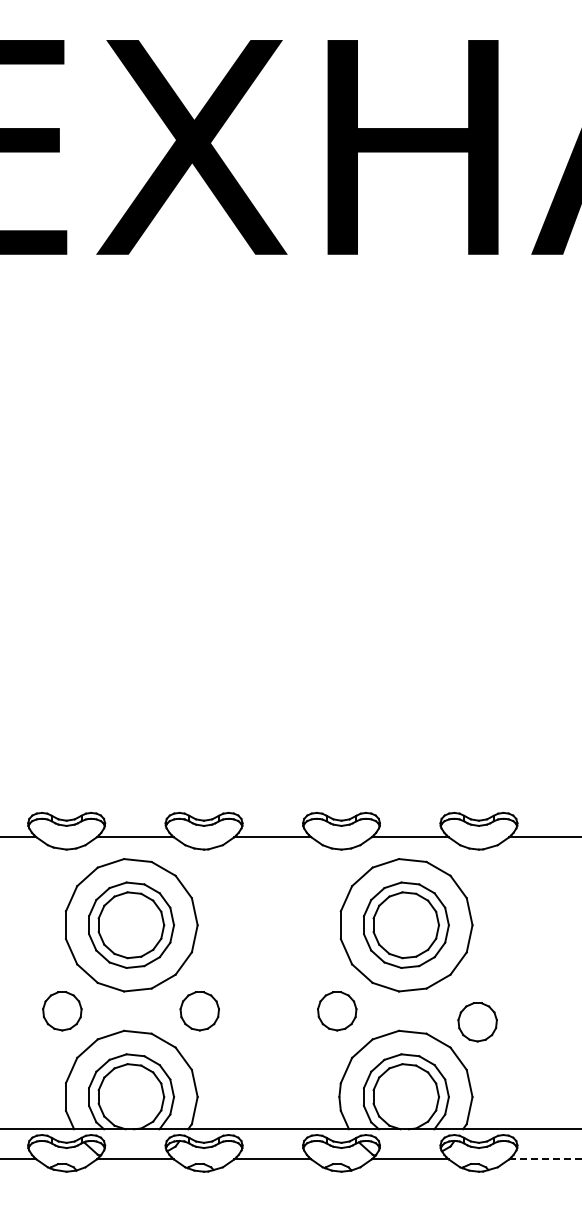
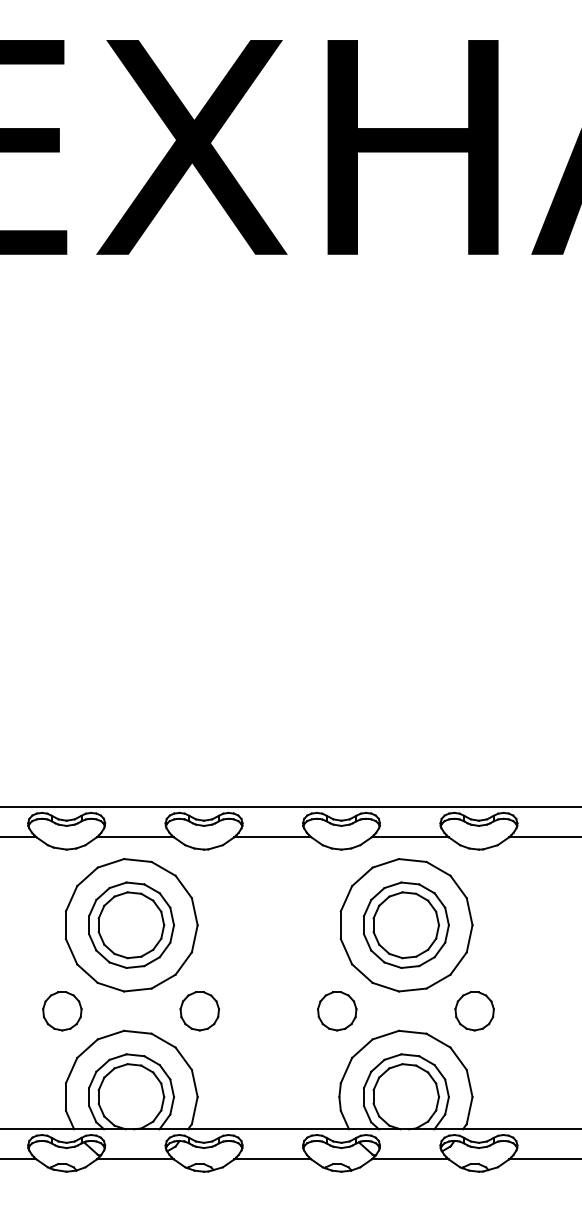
line at (290, 807): none -> present
part at (477, 1022) position: (477, 1022) -> (474, 1011)
line at (545, 1159): dashed -> solid
